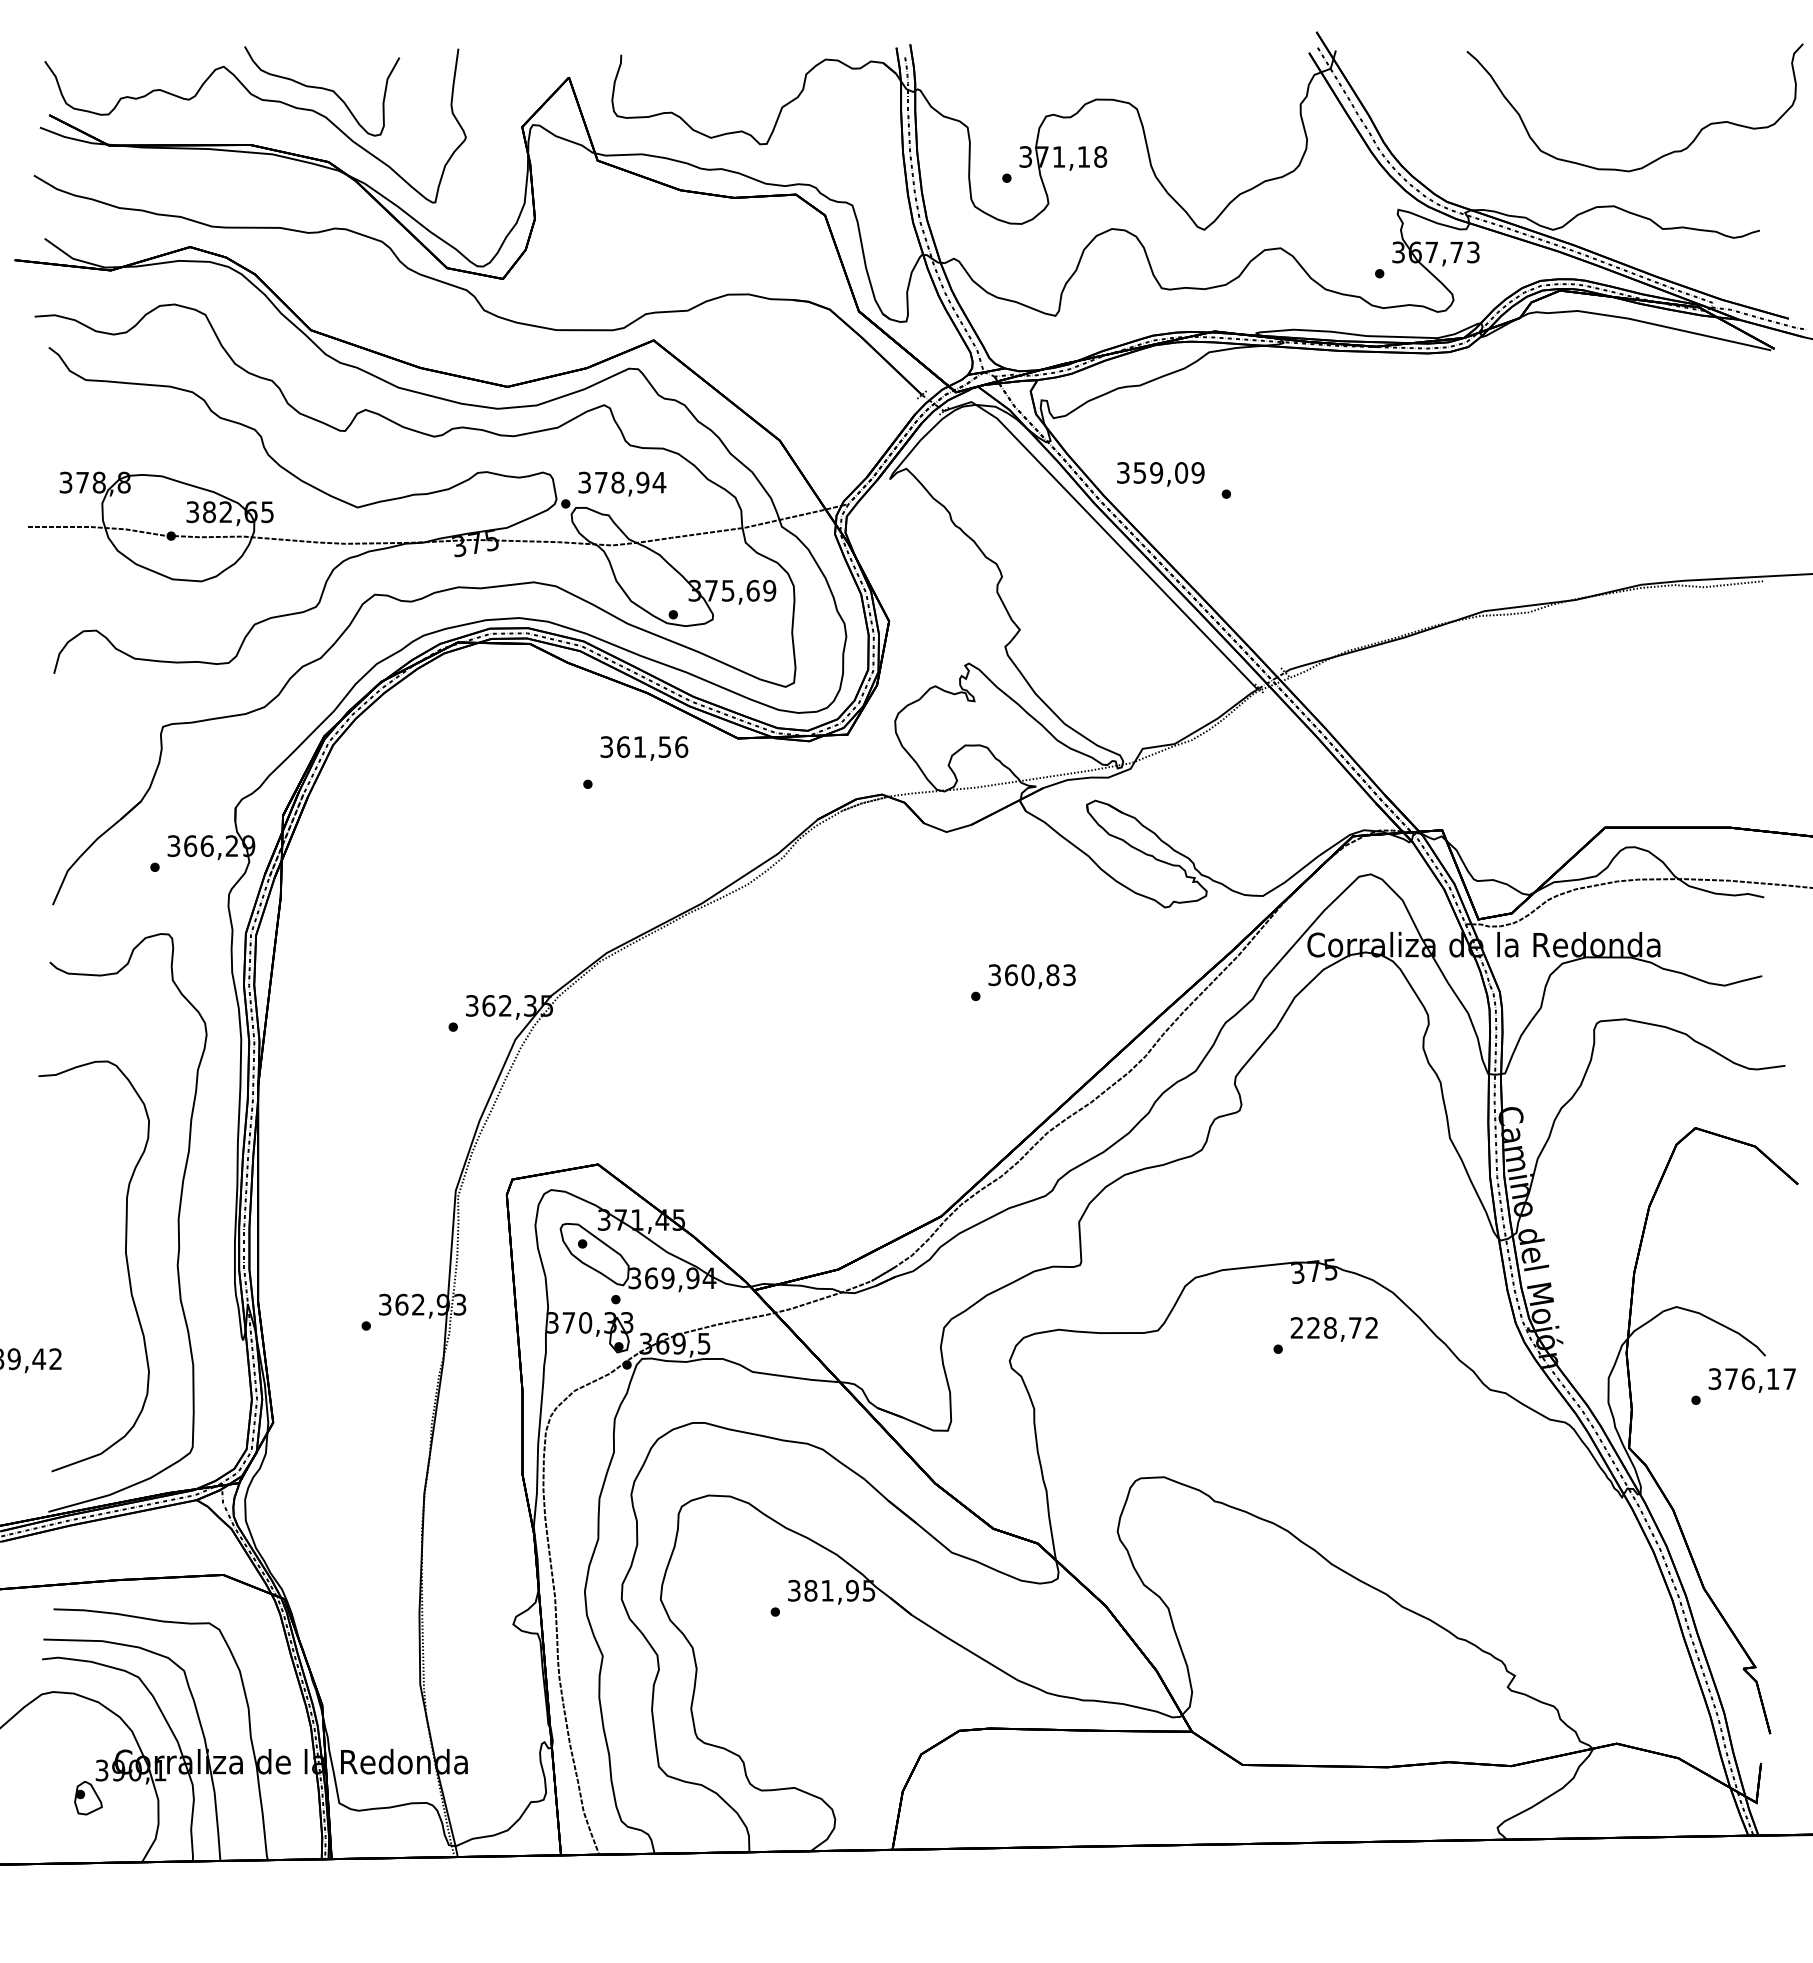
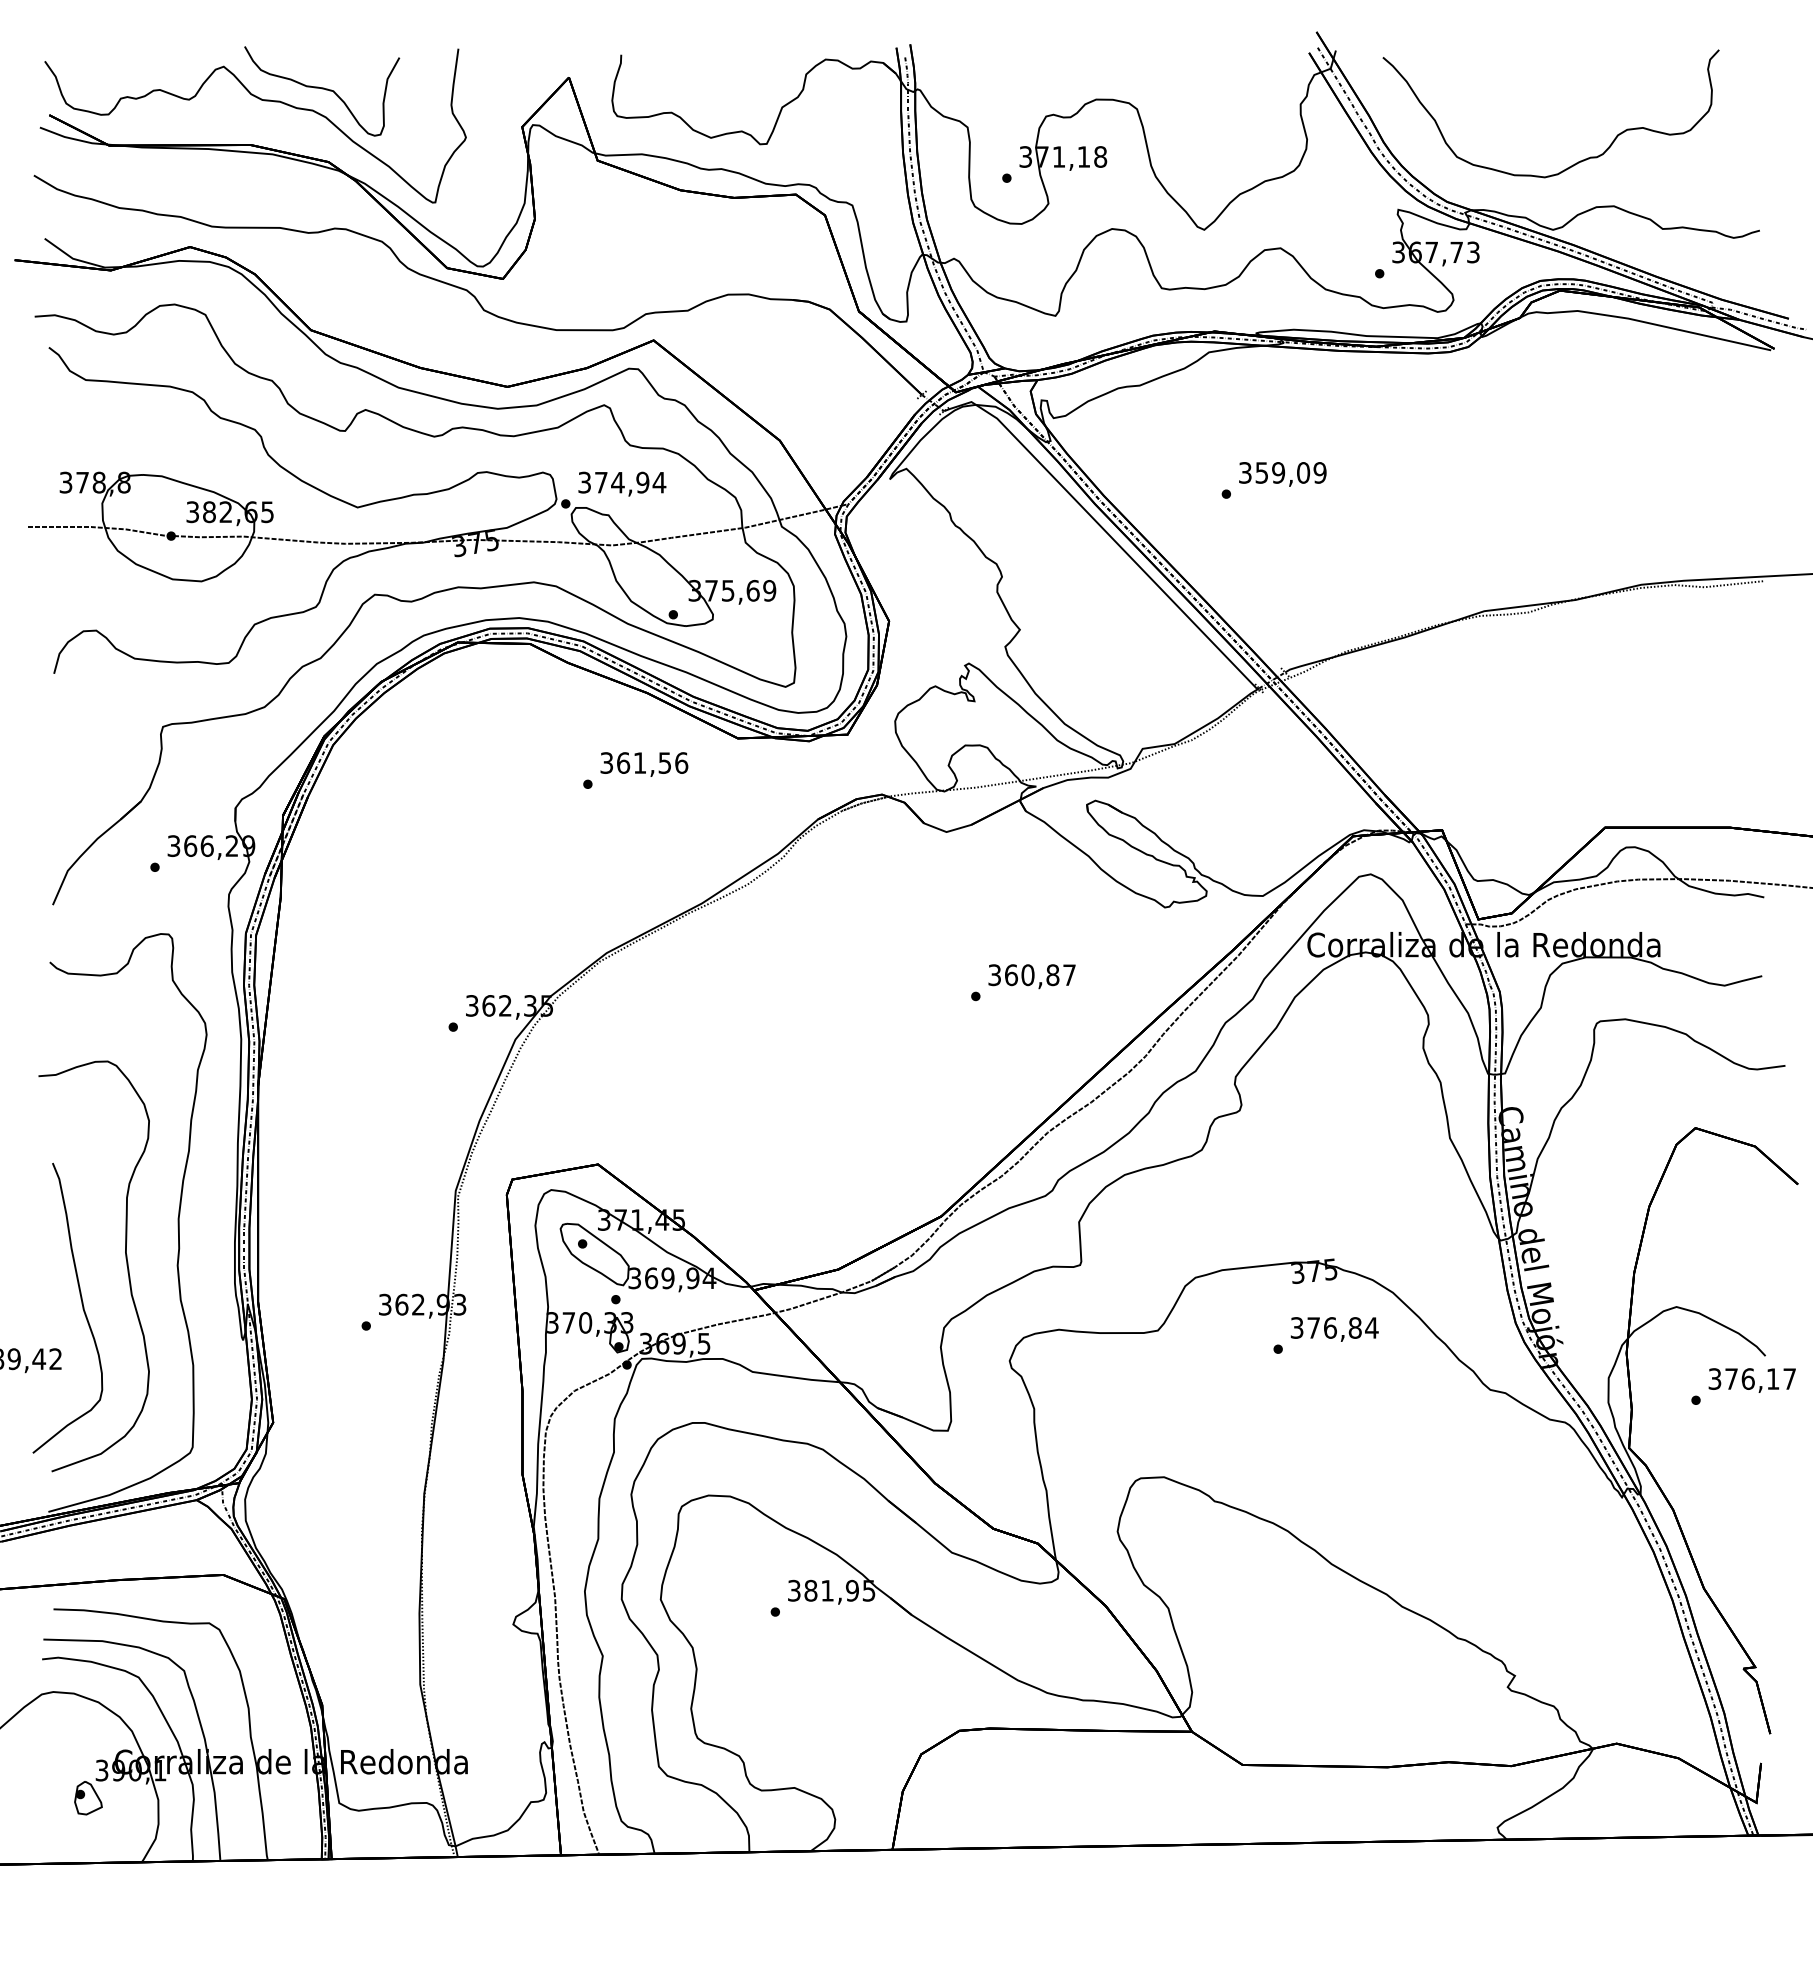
curve at (1658, 157) position: (1658, 157) -> (1574, 163)
text at (1160, 474) position: (1160, 474) -> (1282, 474)
text at (617, 482): 378,94 -> 374,94
text at (644, 748) position: (644, 748) -> (644, 764)
text at (1069, 975): 360,83 -> 360,87
curve at (81, 1304): none -> present
text at (1334, 1327): 228,72 -> 376,84
